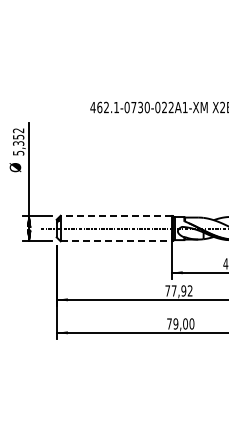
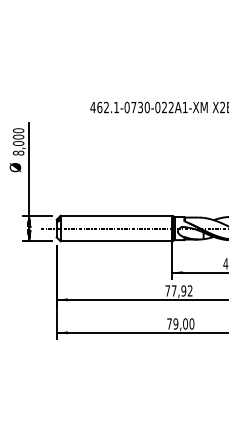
text at (18, 141): 5,352 -> 8,000
line at (115, 215): dashed -> solid
line at (116, 241): dashed -> solid
